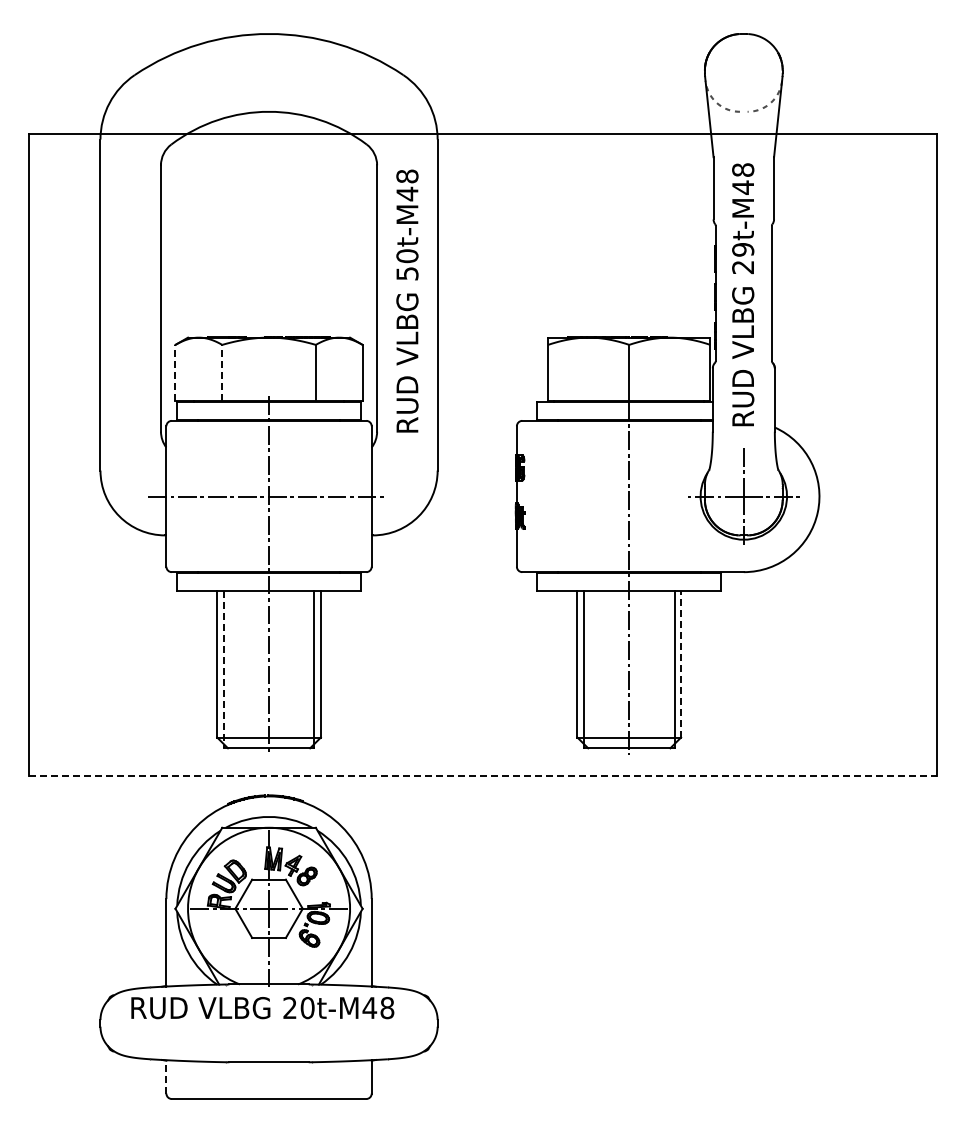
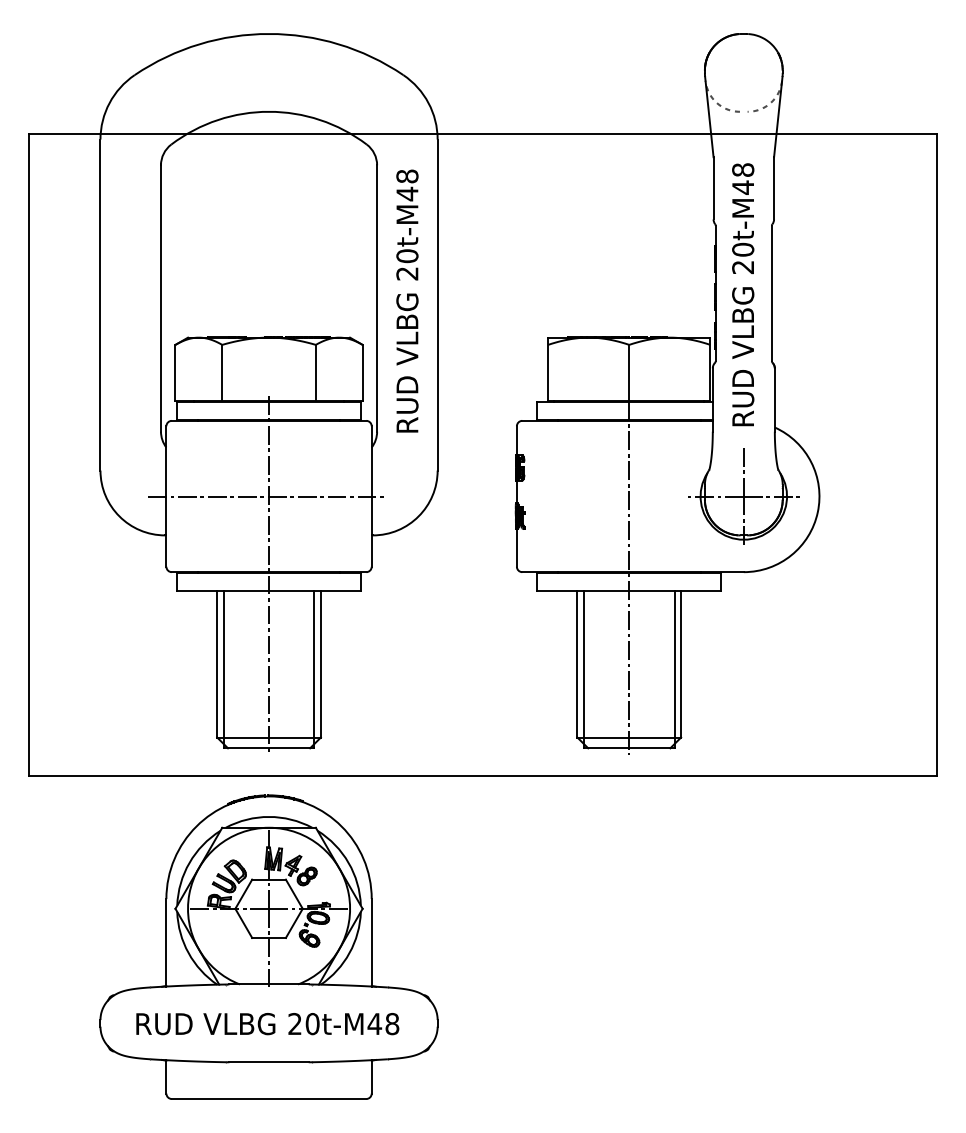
text at (743, 249): 29t-M48 -> 20t-M48
text at (407, 273): 50t-M48 -> 20t-M48
line at (175, 372): dashed -> solid
line at (222, 372): dashed -> solid
line at (681, 663): dashed -> solid
line at (223, 669): dashed -> solid
line at (483, 776): dashed -> solid
text at (262, 1008) position: (262, 1008) -> (267, 1024)
line at (166, 1076): dashed -> solid
